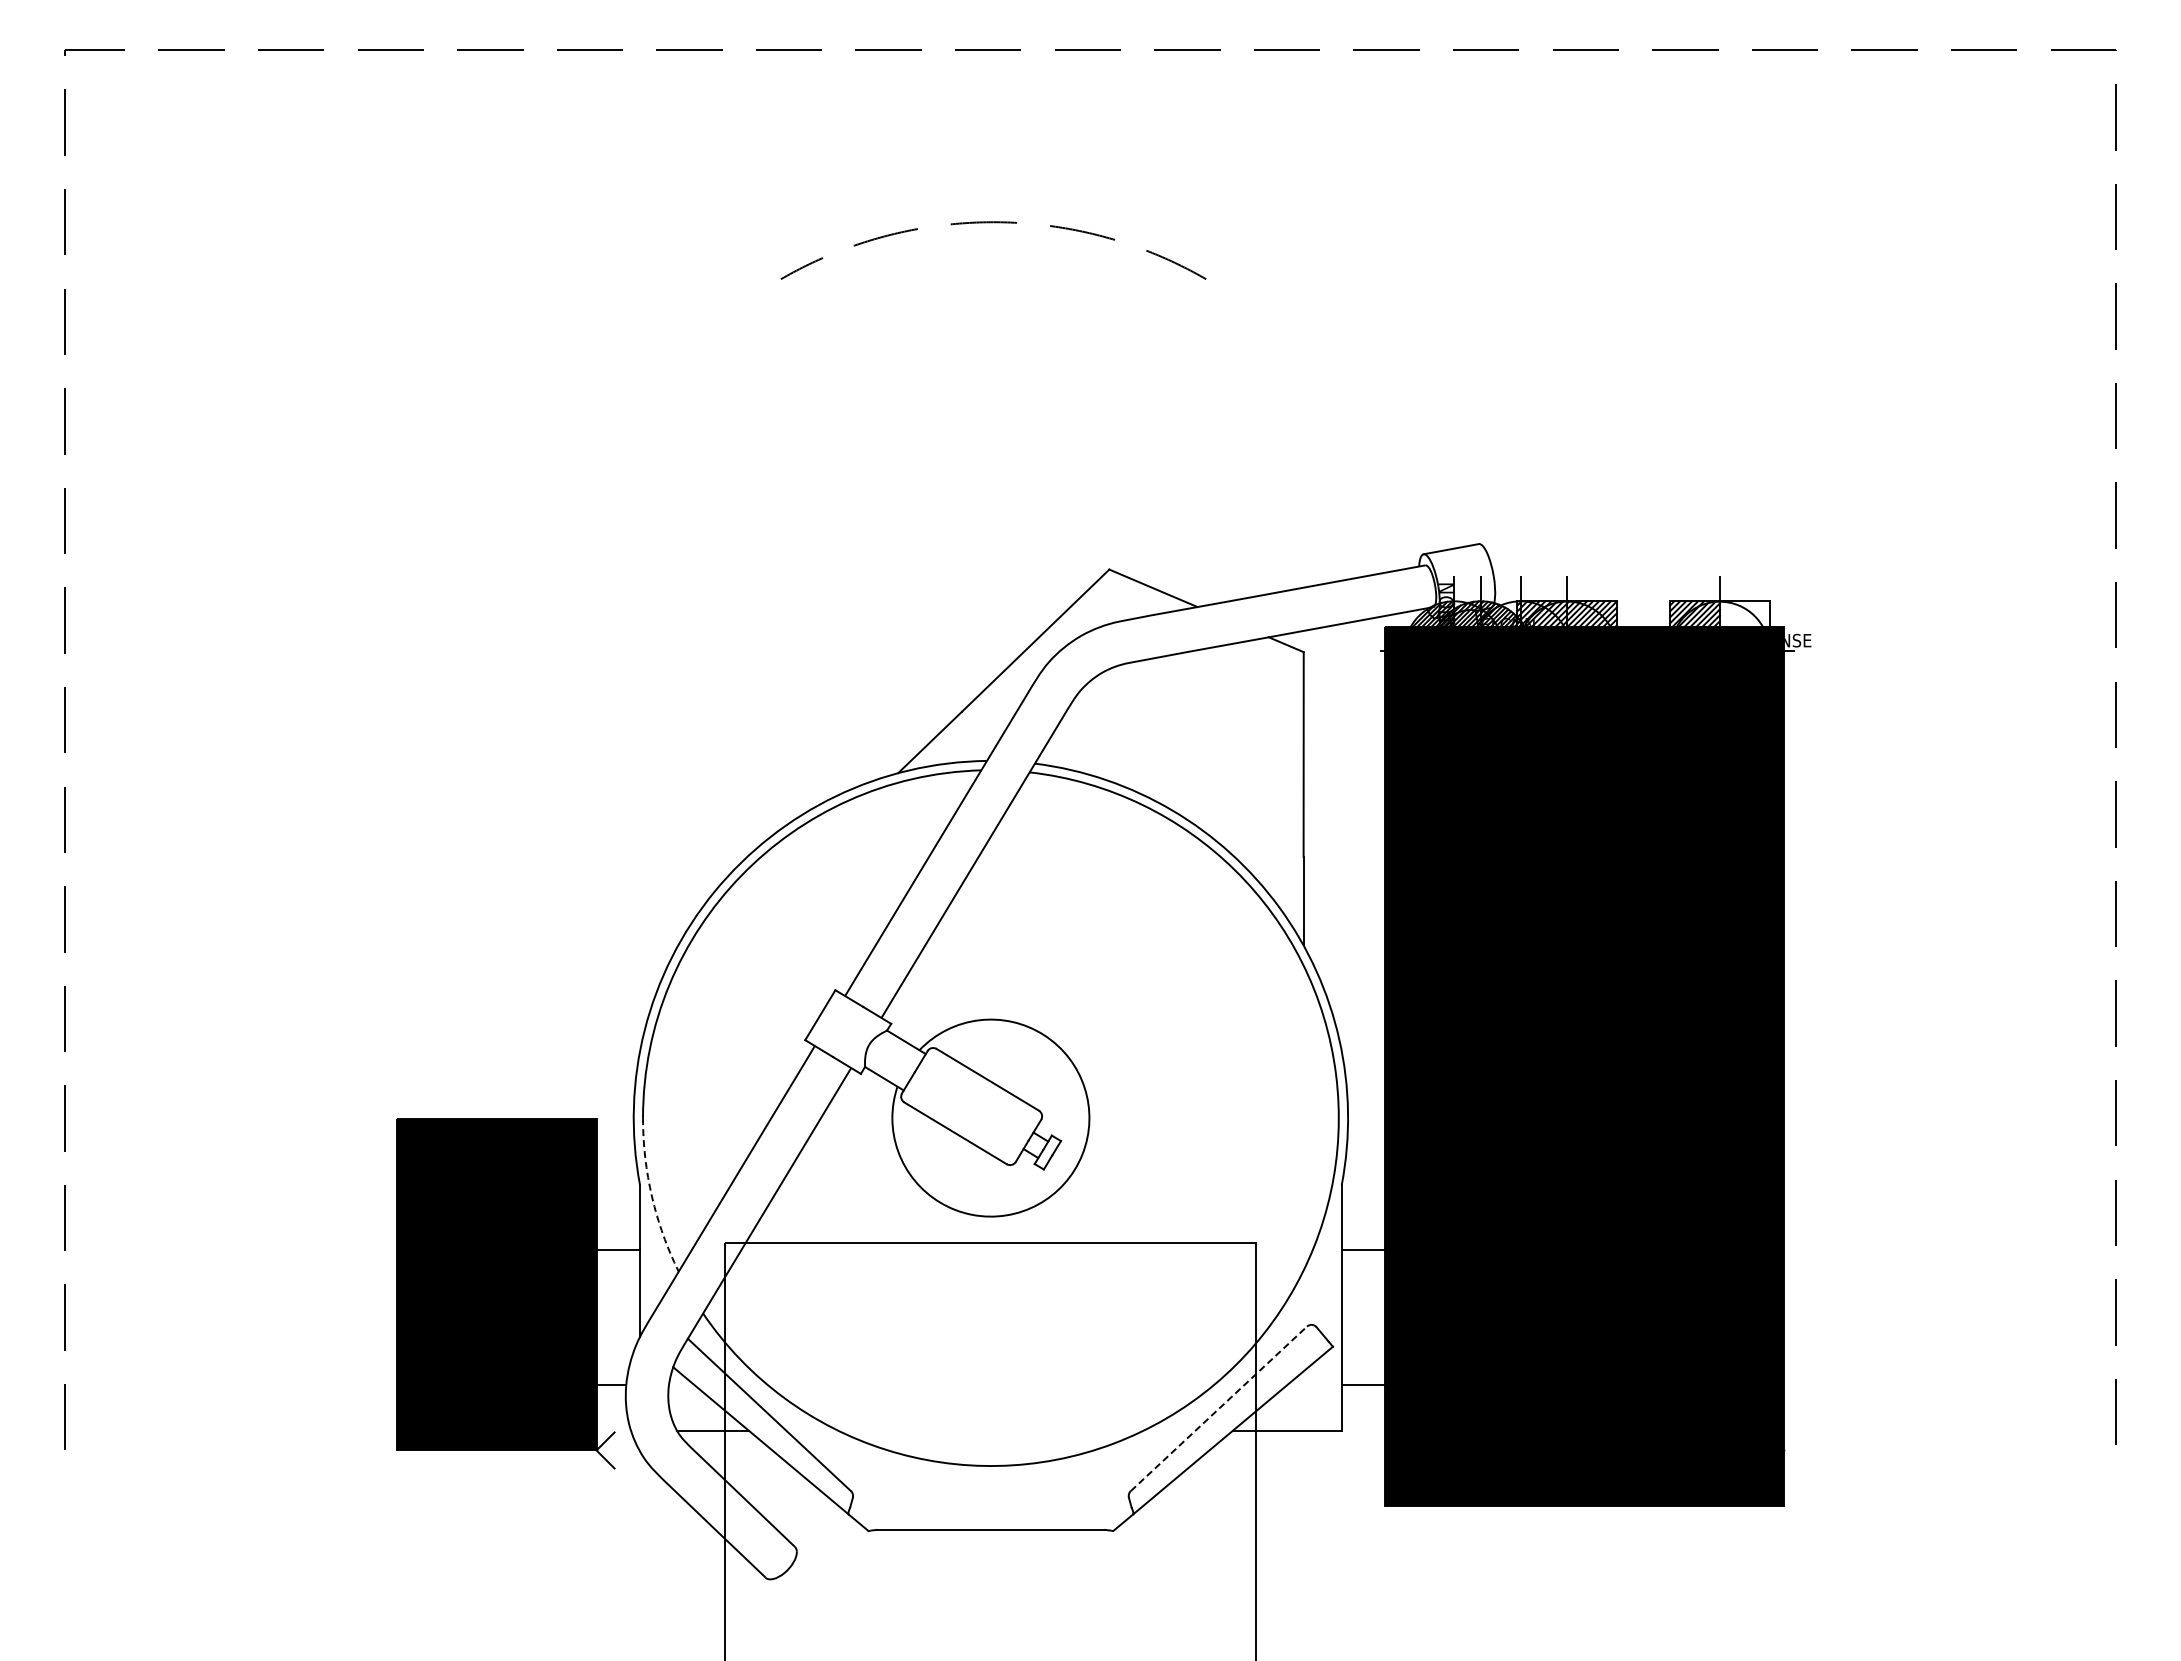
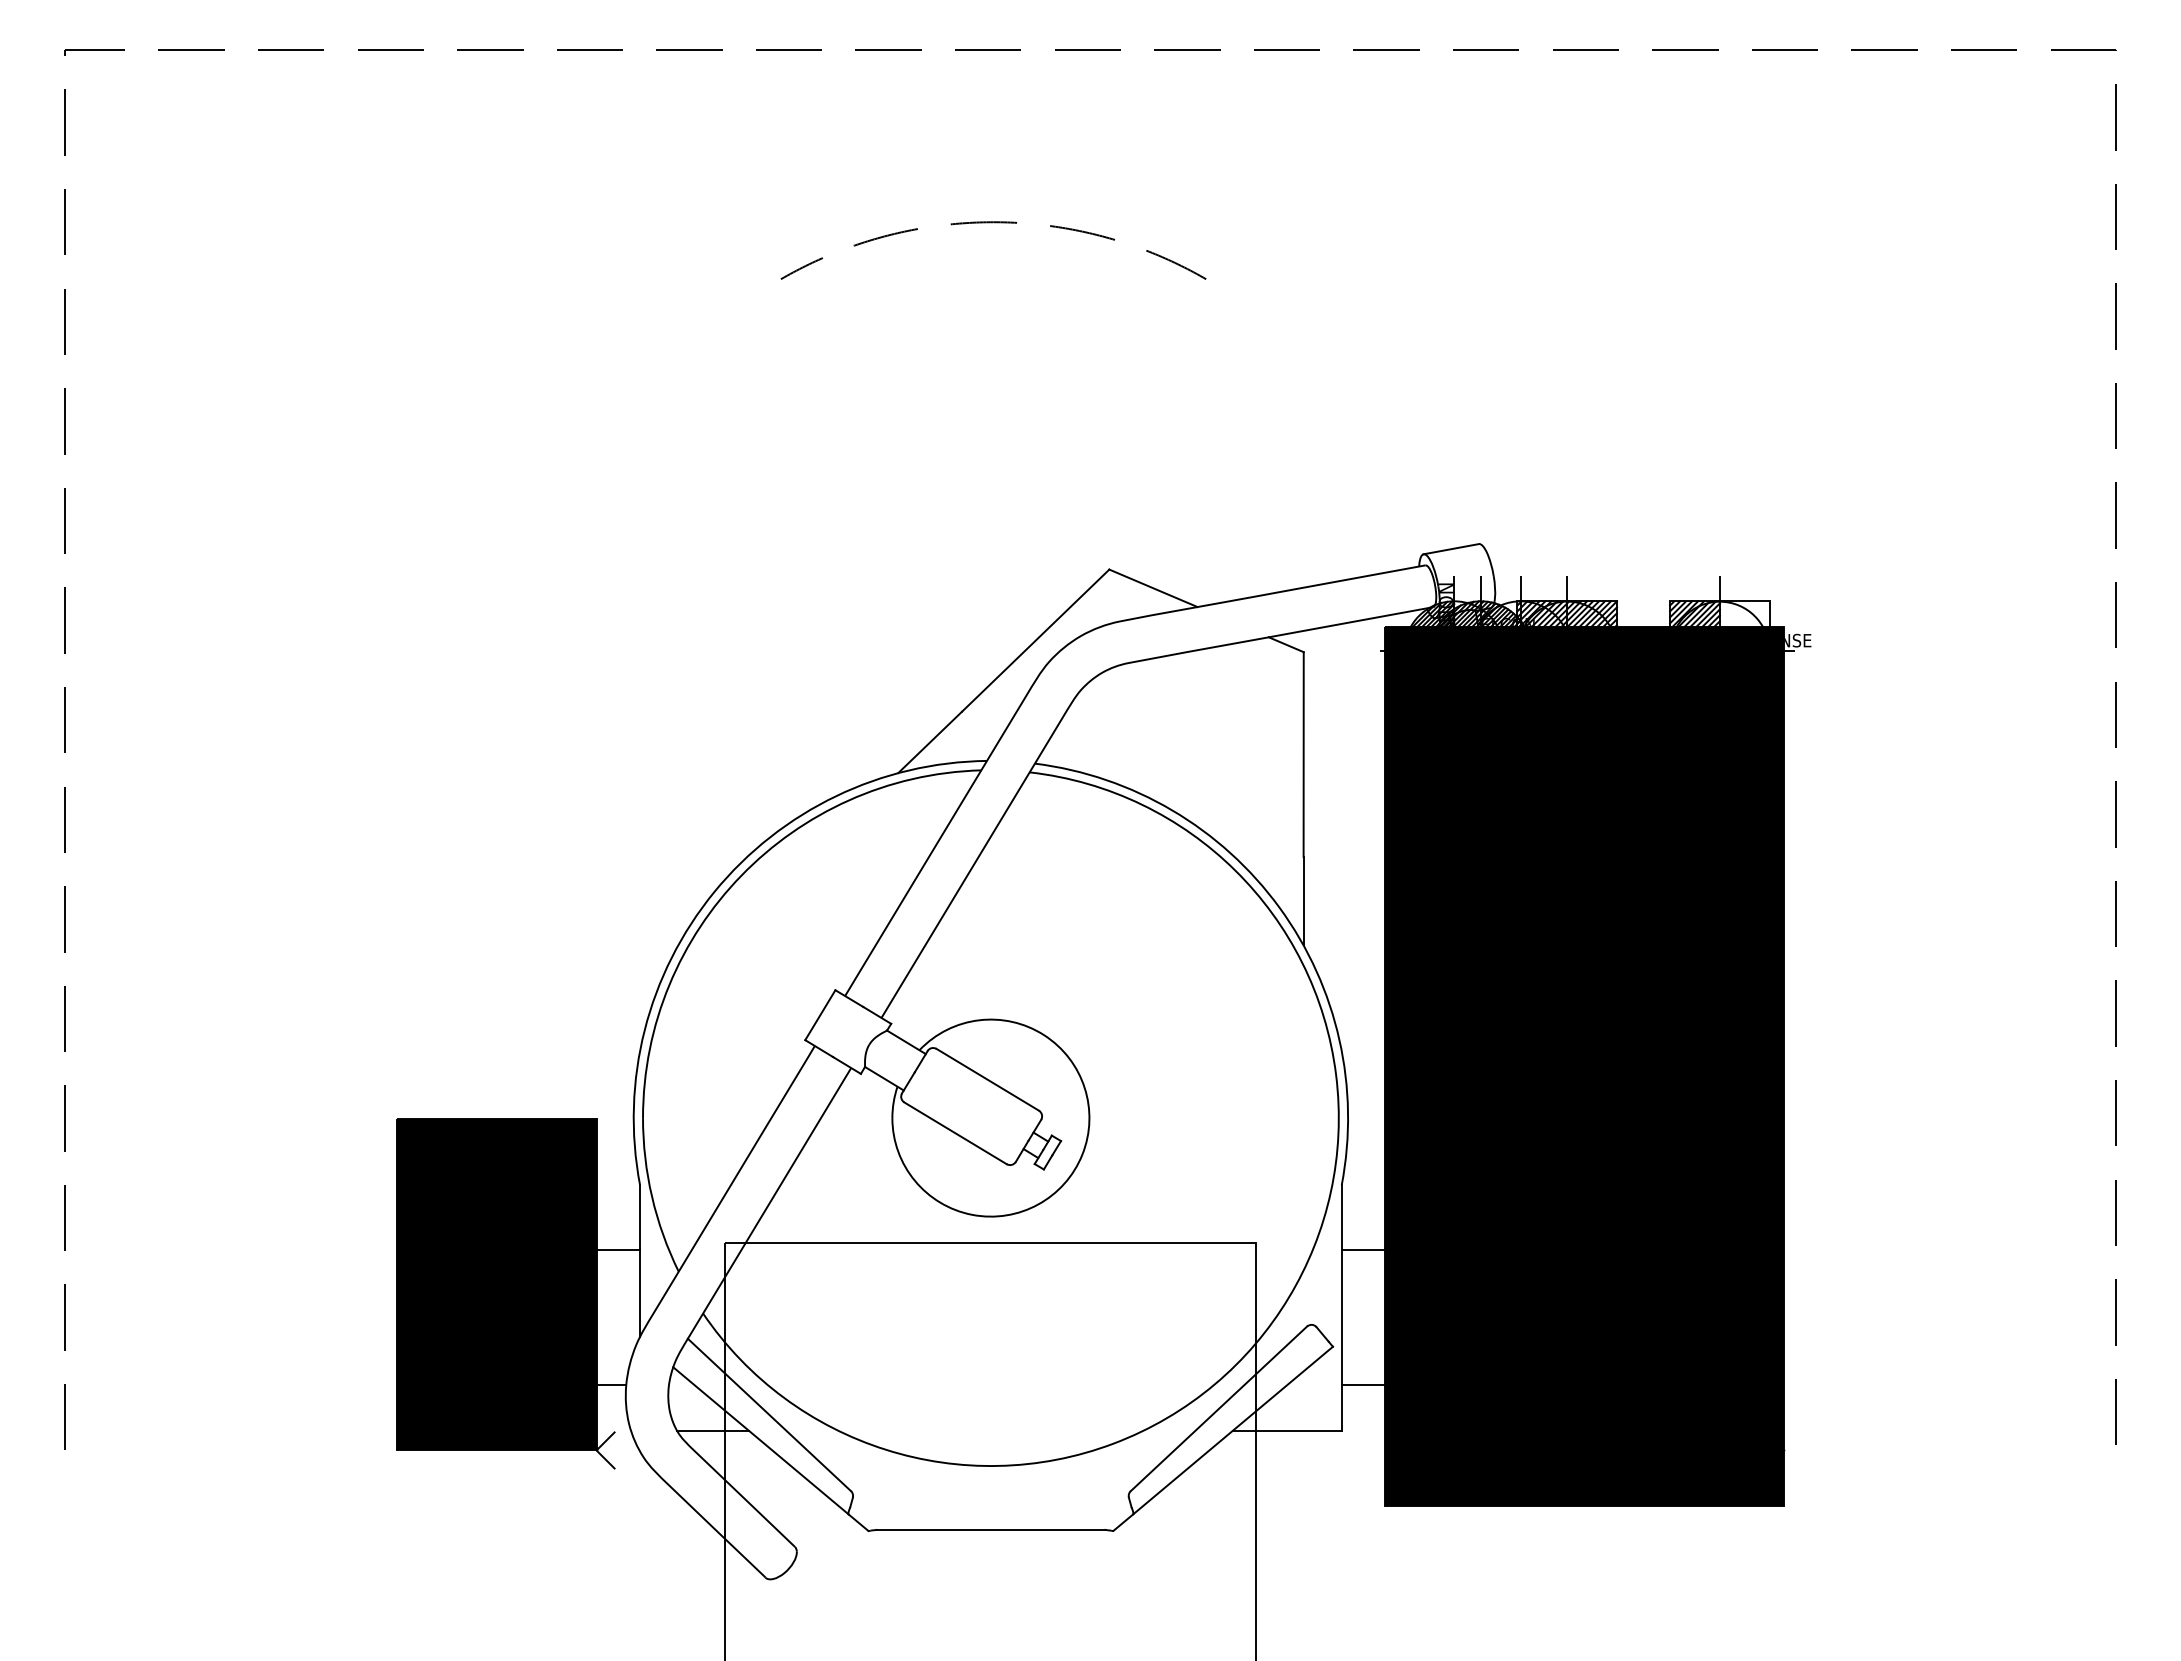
arc at (652, 1196): dashed -> solid
line at (1218, 1408): dashed -> solid
